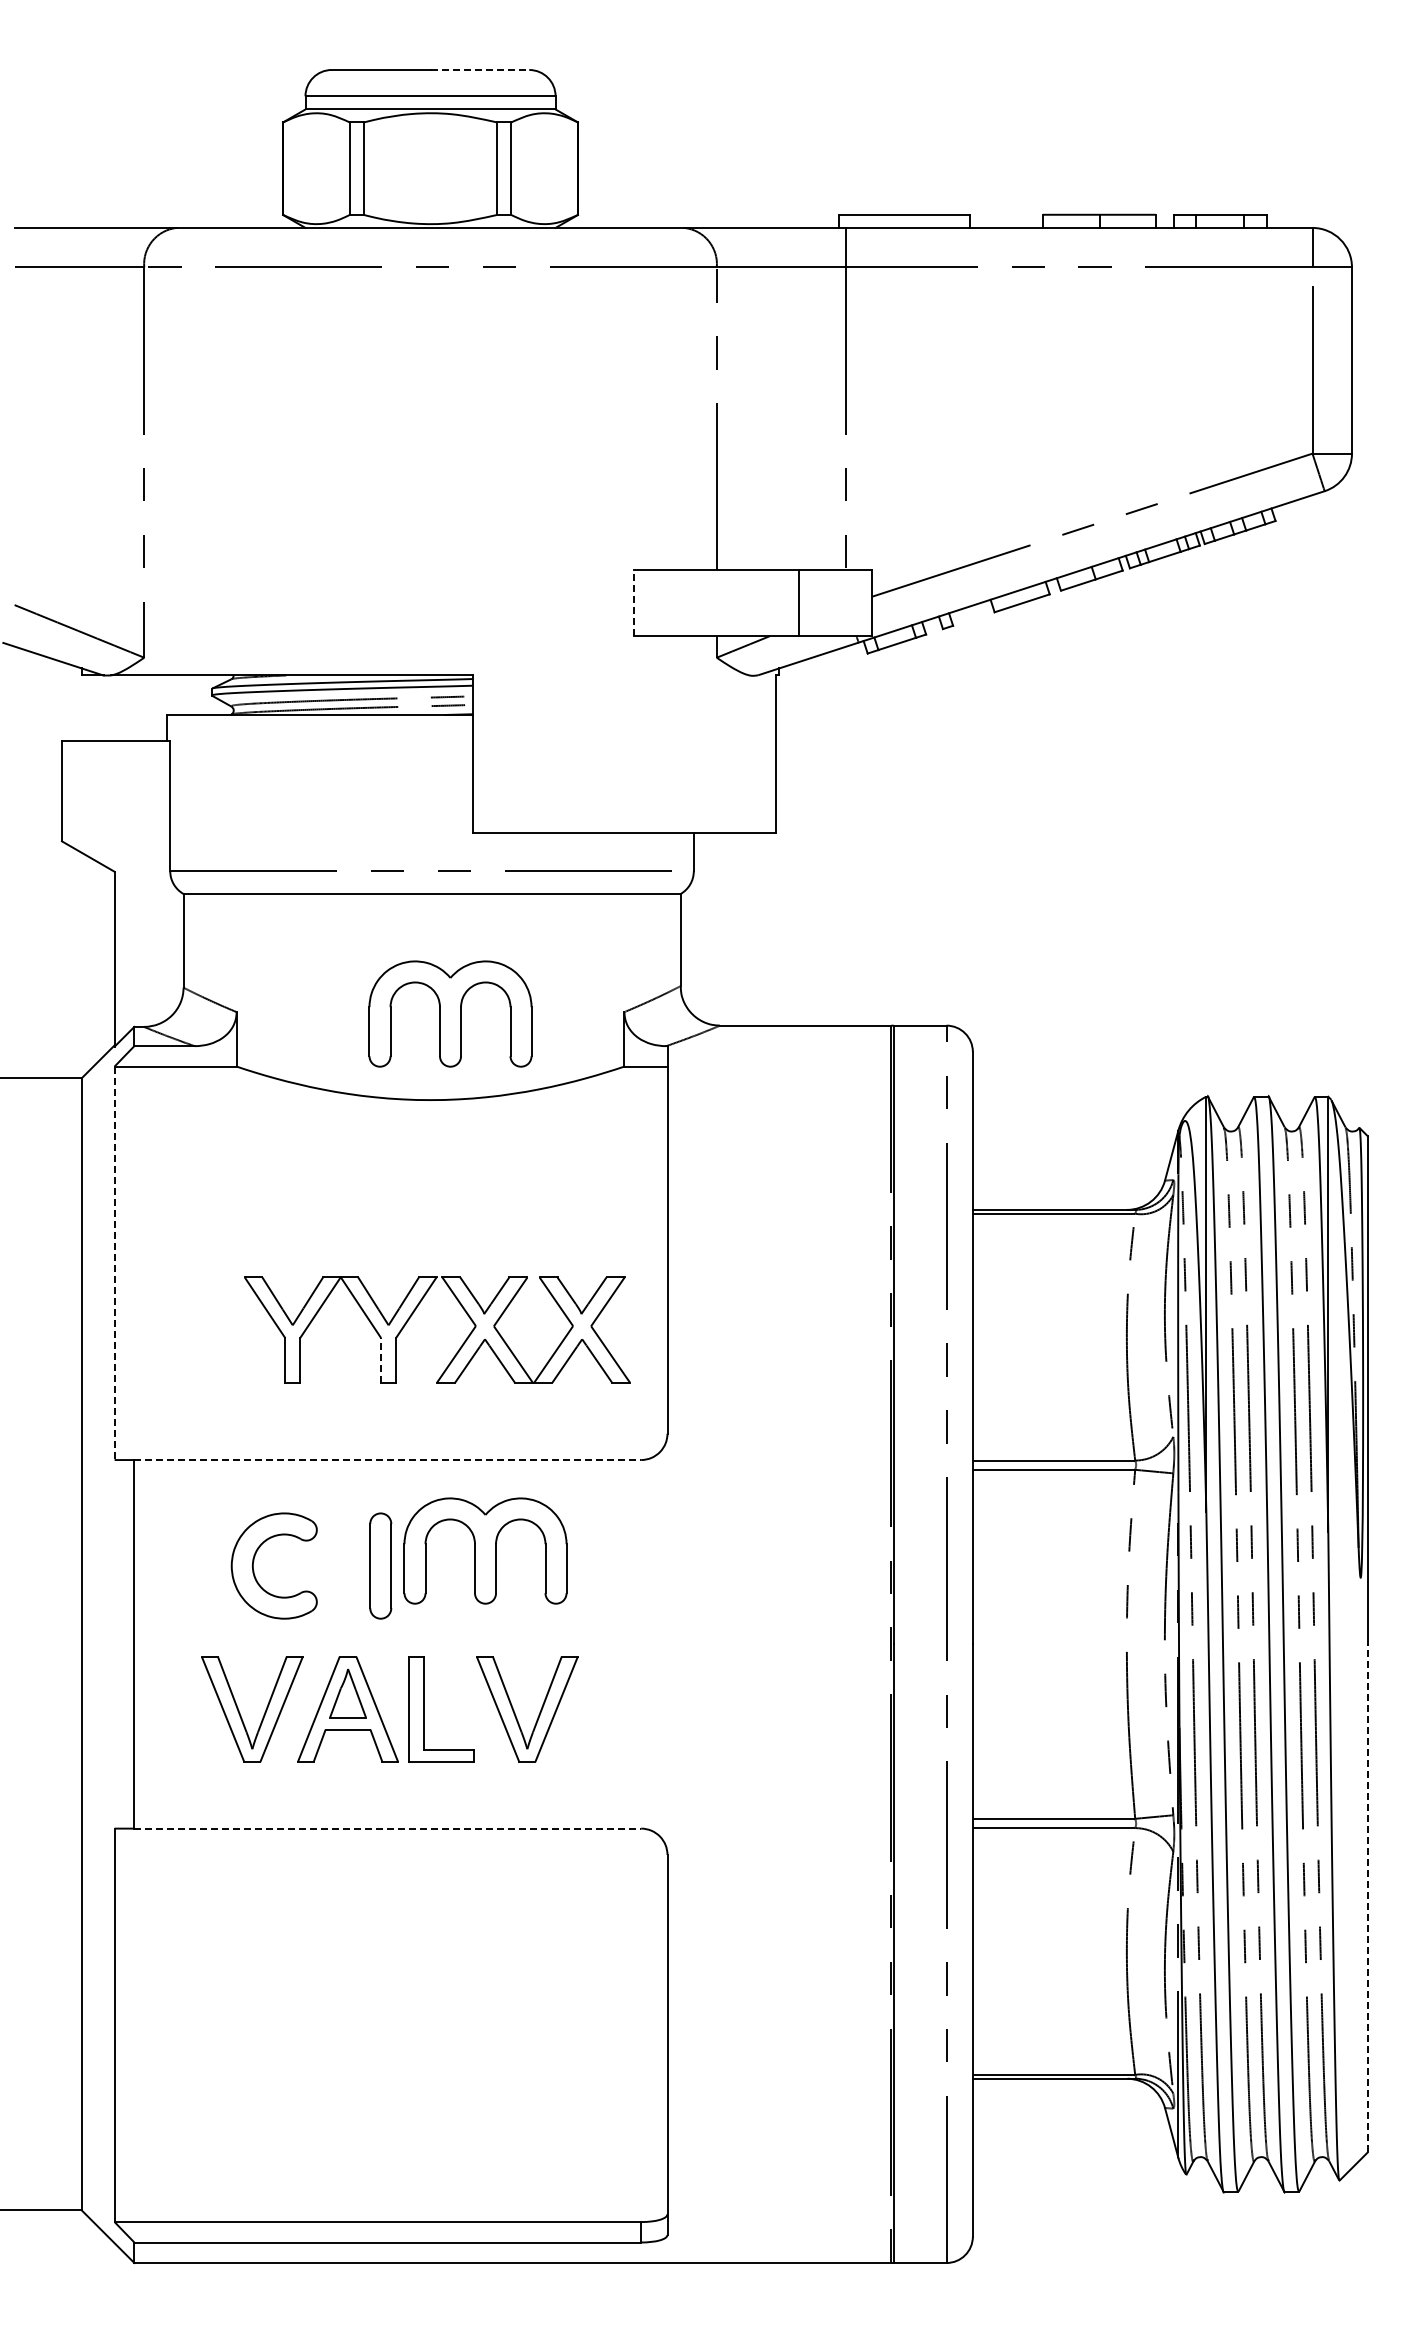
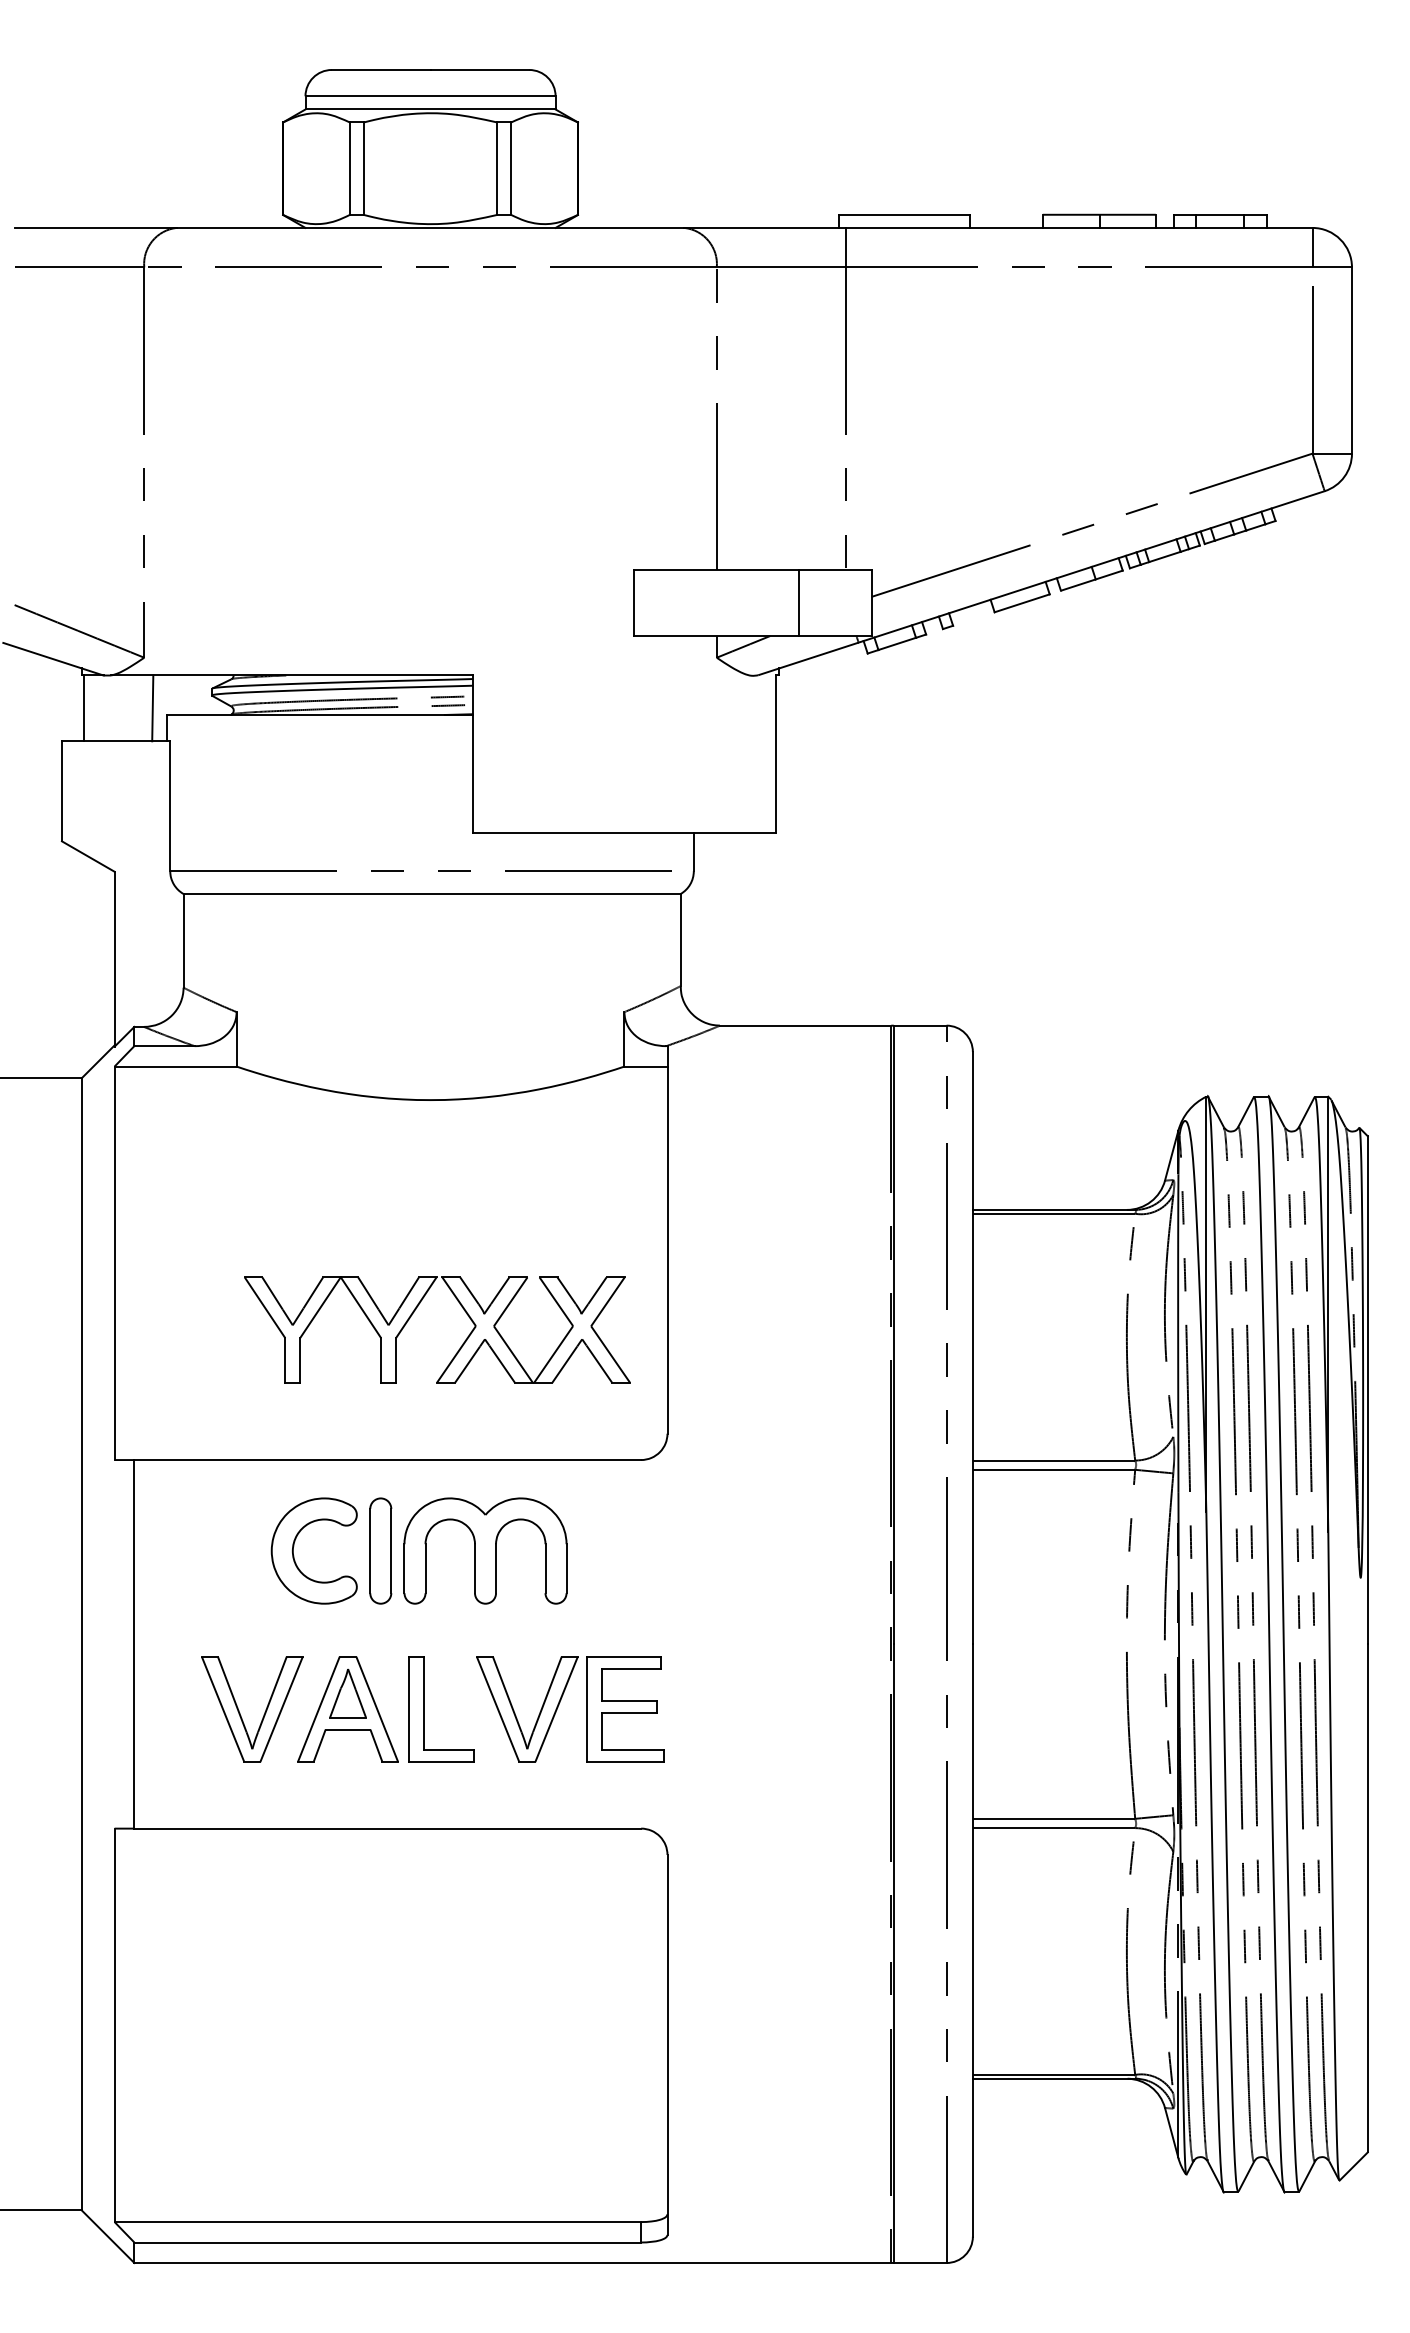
line at (480, 69): dashed -> solid
line at (634, 603): dashed -> solid
line at (84, 708): none -> present
line at (152, 708): none -> present
part at (450, 1013): present -> none
line at (114, 1263): dashed -> solid
line at (381, 1359): dashed -> solid
line at (388, 1460): dashed -> solid
part at (254, 1561) position: (254, 1561) -> (294, 1546)
part at (380, 1565) position: (380, 1565) -> (380, 1550)
part at (625, 1709): none -> present
line at (388, 1828): dashed -> solid
line at (1367, 1897): dashed -> solid
